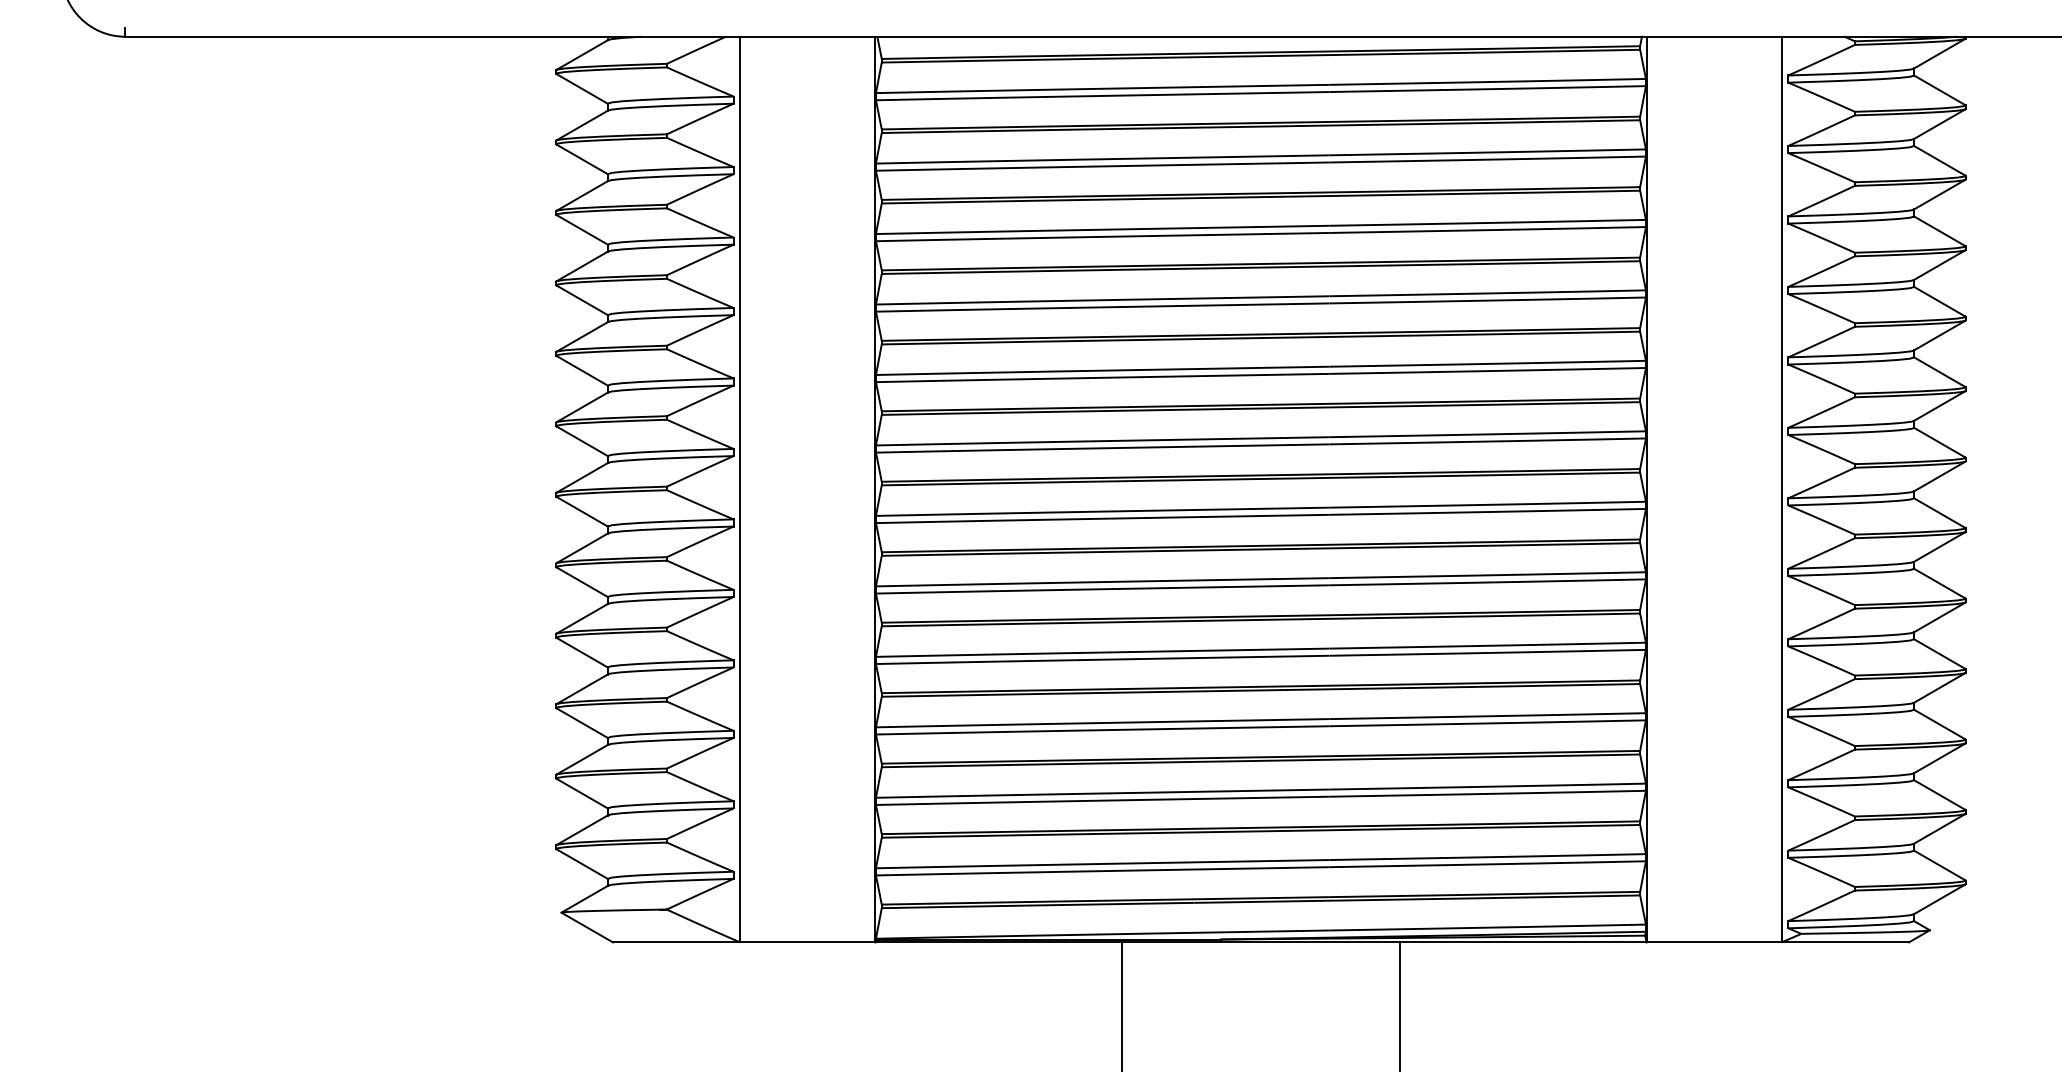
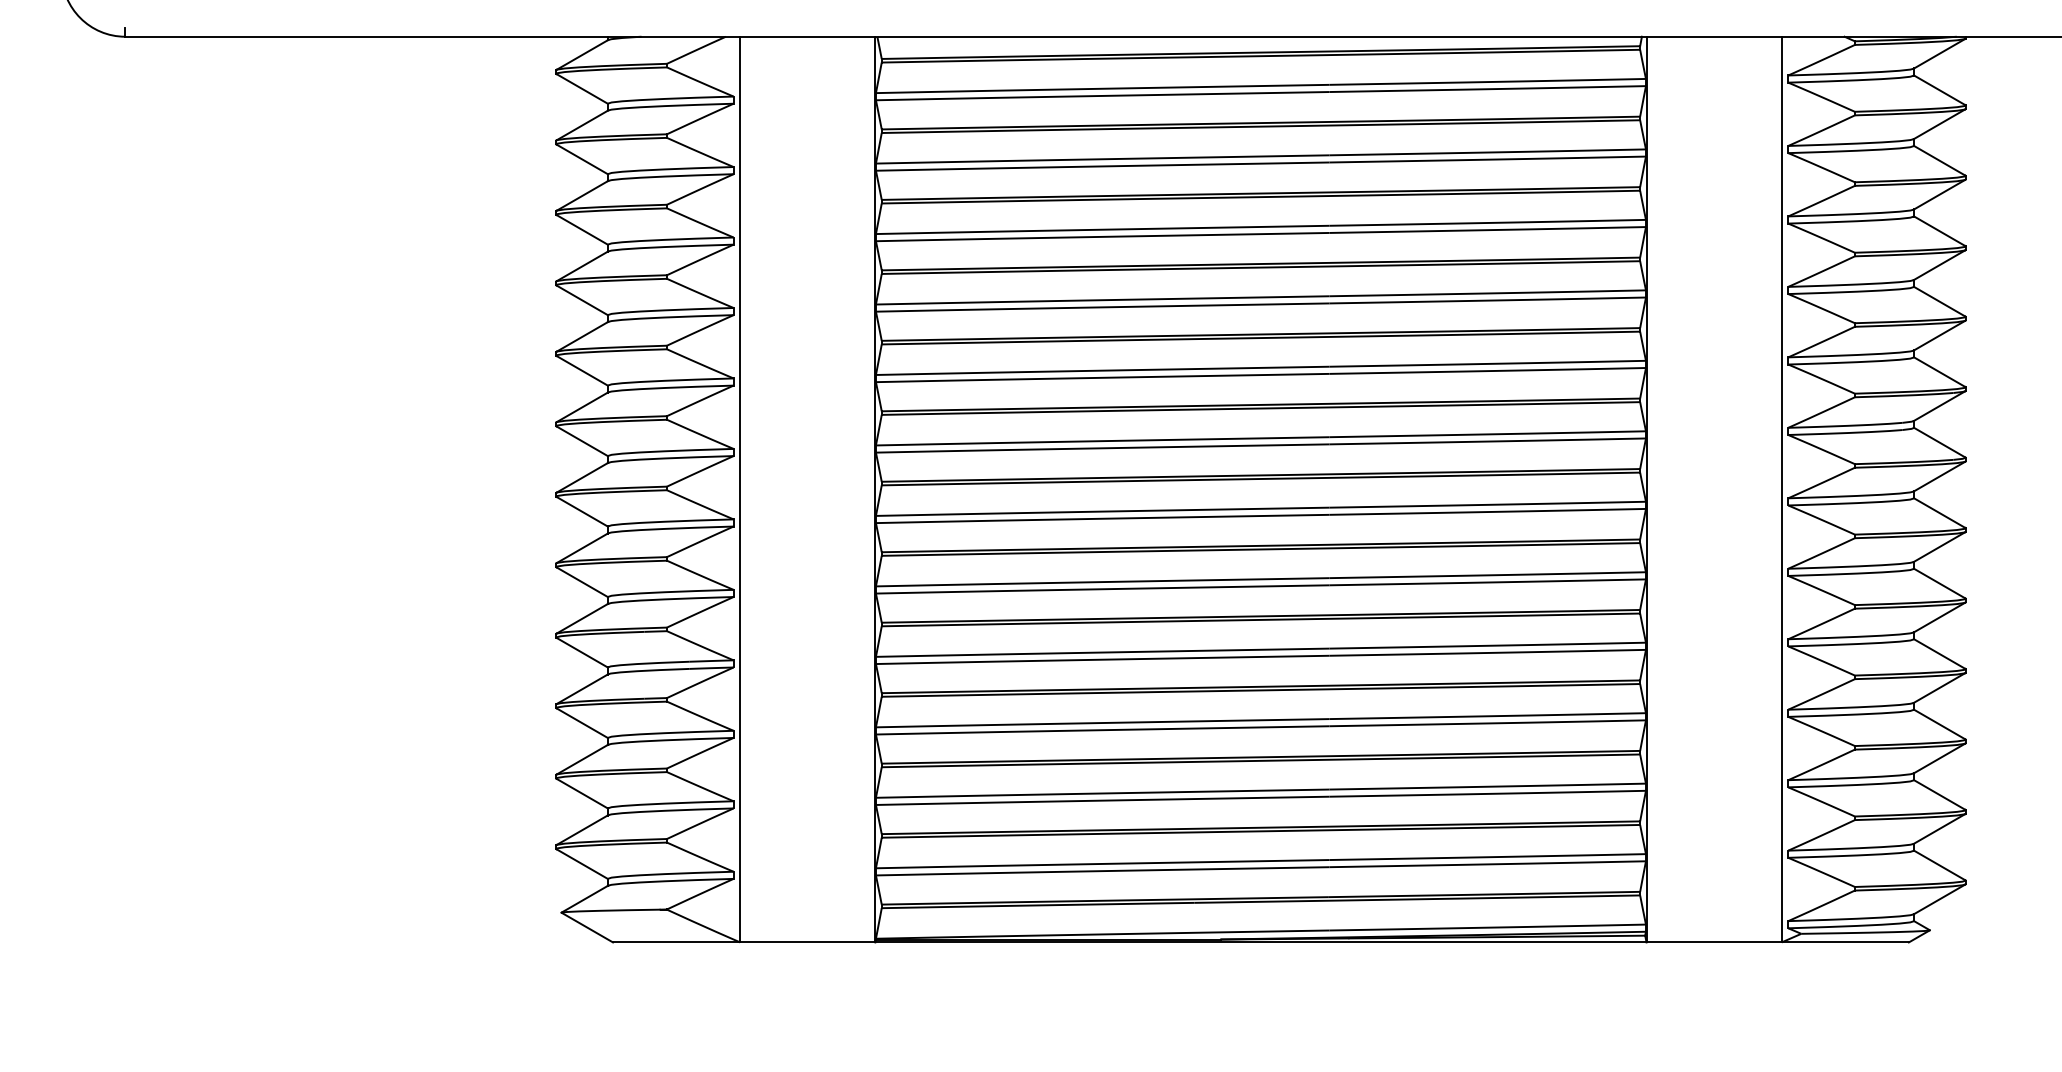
line at (1121, 1005): present -> none
line at (1400, 1005): present -> none
